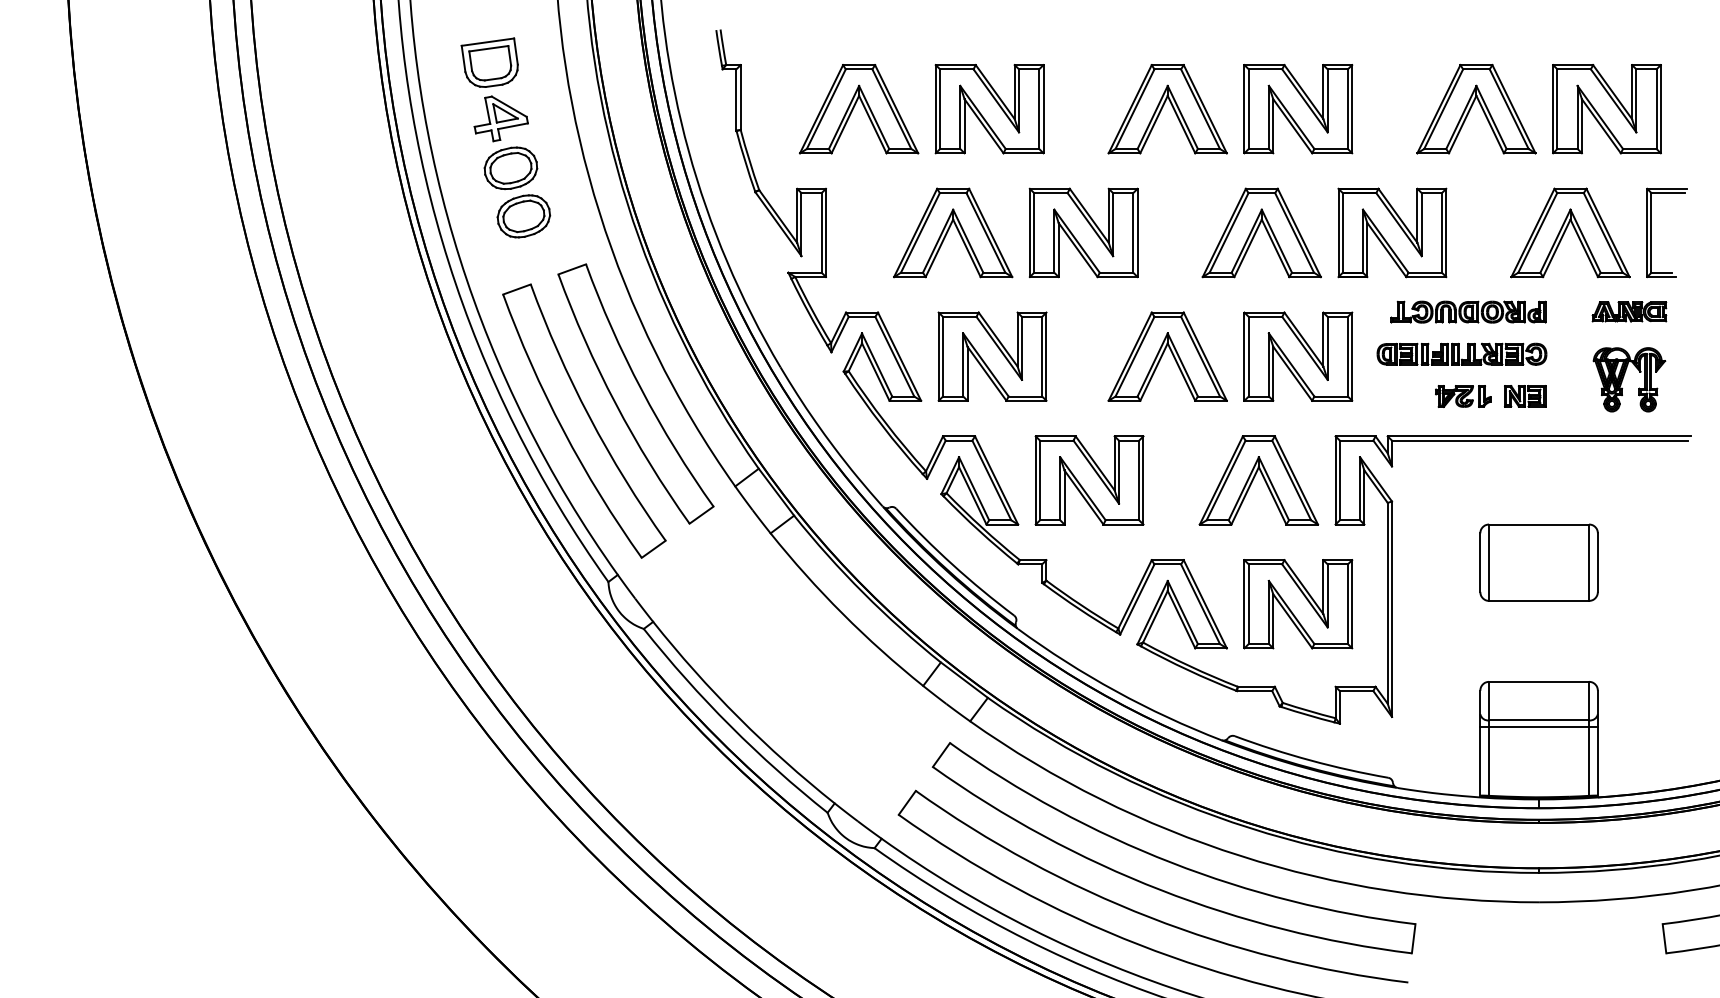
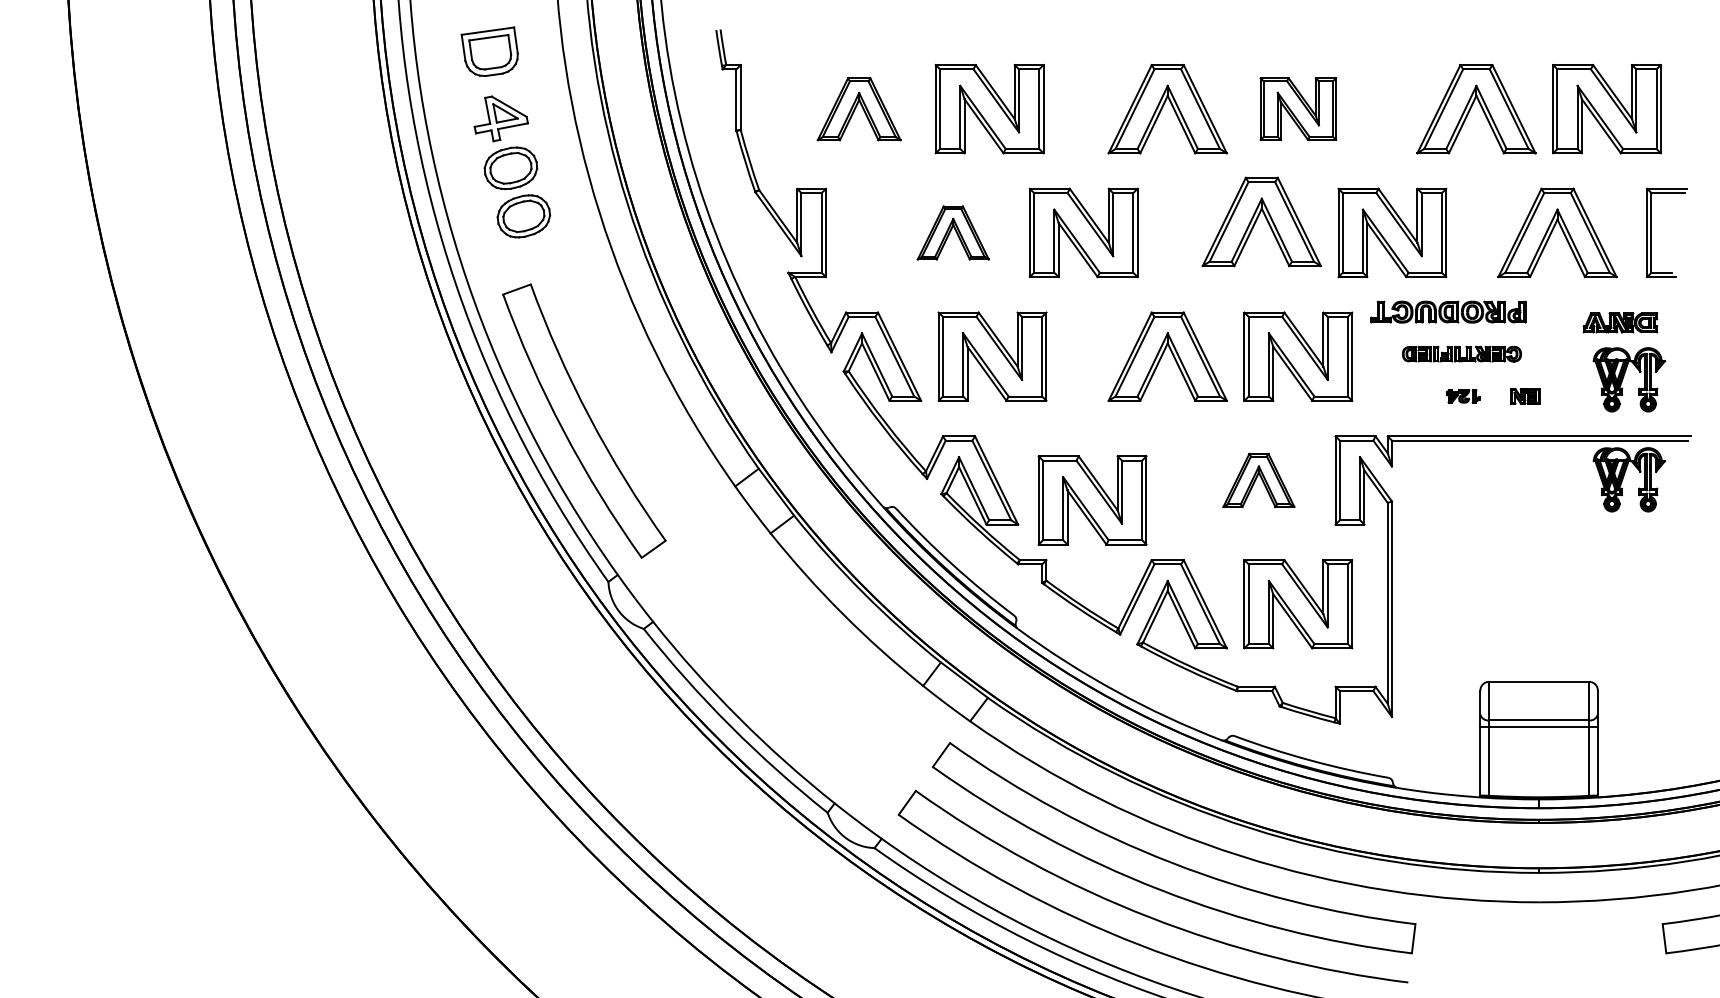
part at (489, 62) position: (489, 62) -> (489, 51)
part at (1298, 108) size: 111x92 px -> 79x65 px
part at (859, 109) size: 121x91 px -> 86x65 px
part at (953, 232) size: 121x92 px -> 74x56 px
part at (1261, 232) position: (1261, 232) -> (1261, 221)
part at (1570, 232) position: (1570, 232) -> (1557, 232)
part at (1468, 311) position: (1468, 311) -> (1448, 311)
part at (1629, 311) position: (1629, 311) -> (1620, 322)
part at (1461, 353) size: 172x24 px -> 120x18 px
part at (635, 393): present -> none
part at (1463, 396) size: 57x23 px -> 35x15 px
part at (1525, 396) size: 43x23 px -> 31x17 px
part at (1629, 479): none -> present
part at (1089, 480) position: (1089, 480) -> (1092, 500)
part at (1258, 480) size: 122x91 px -> 74x57 px
part at (1538, 562): present -> none
